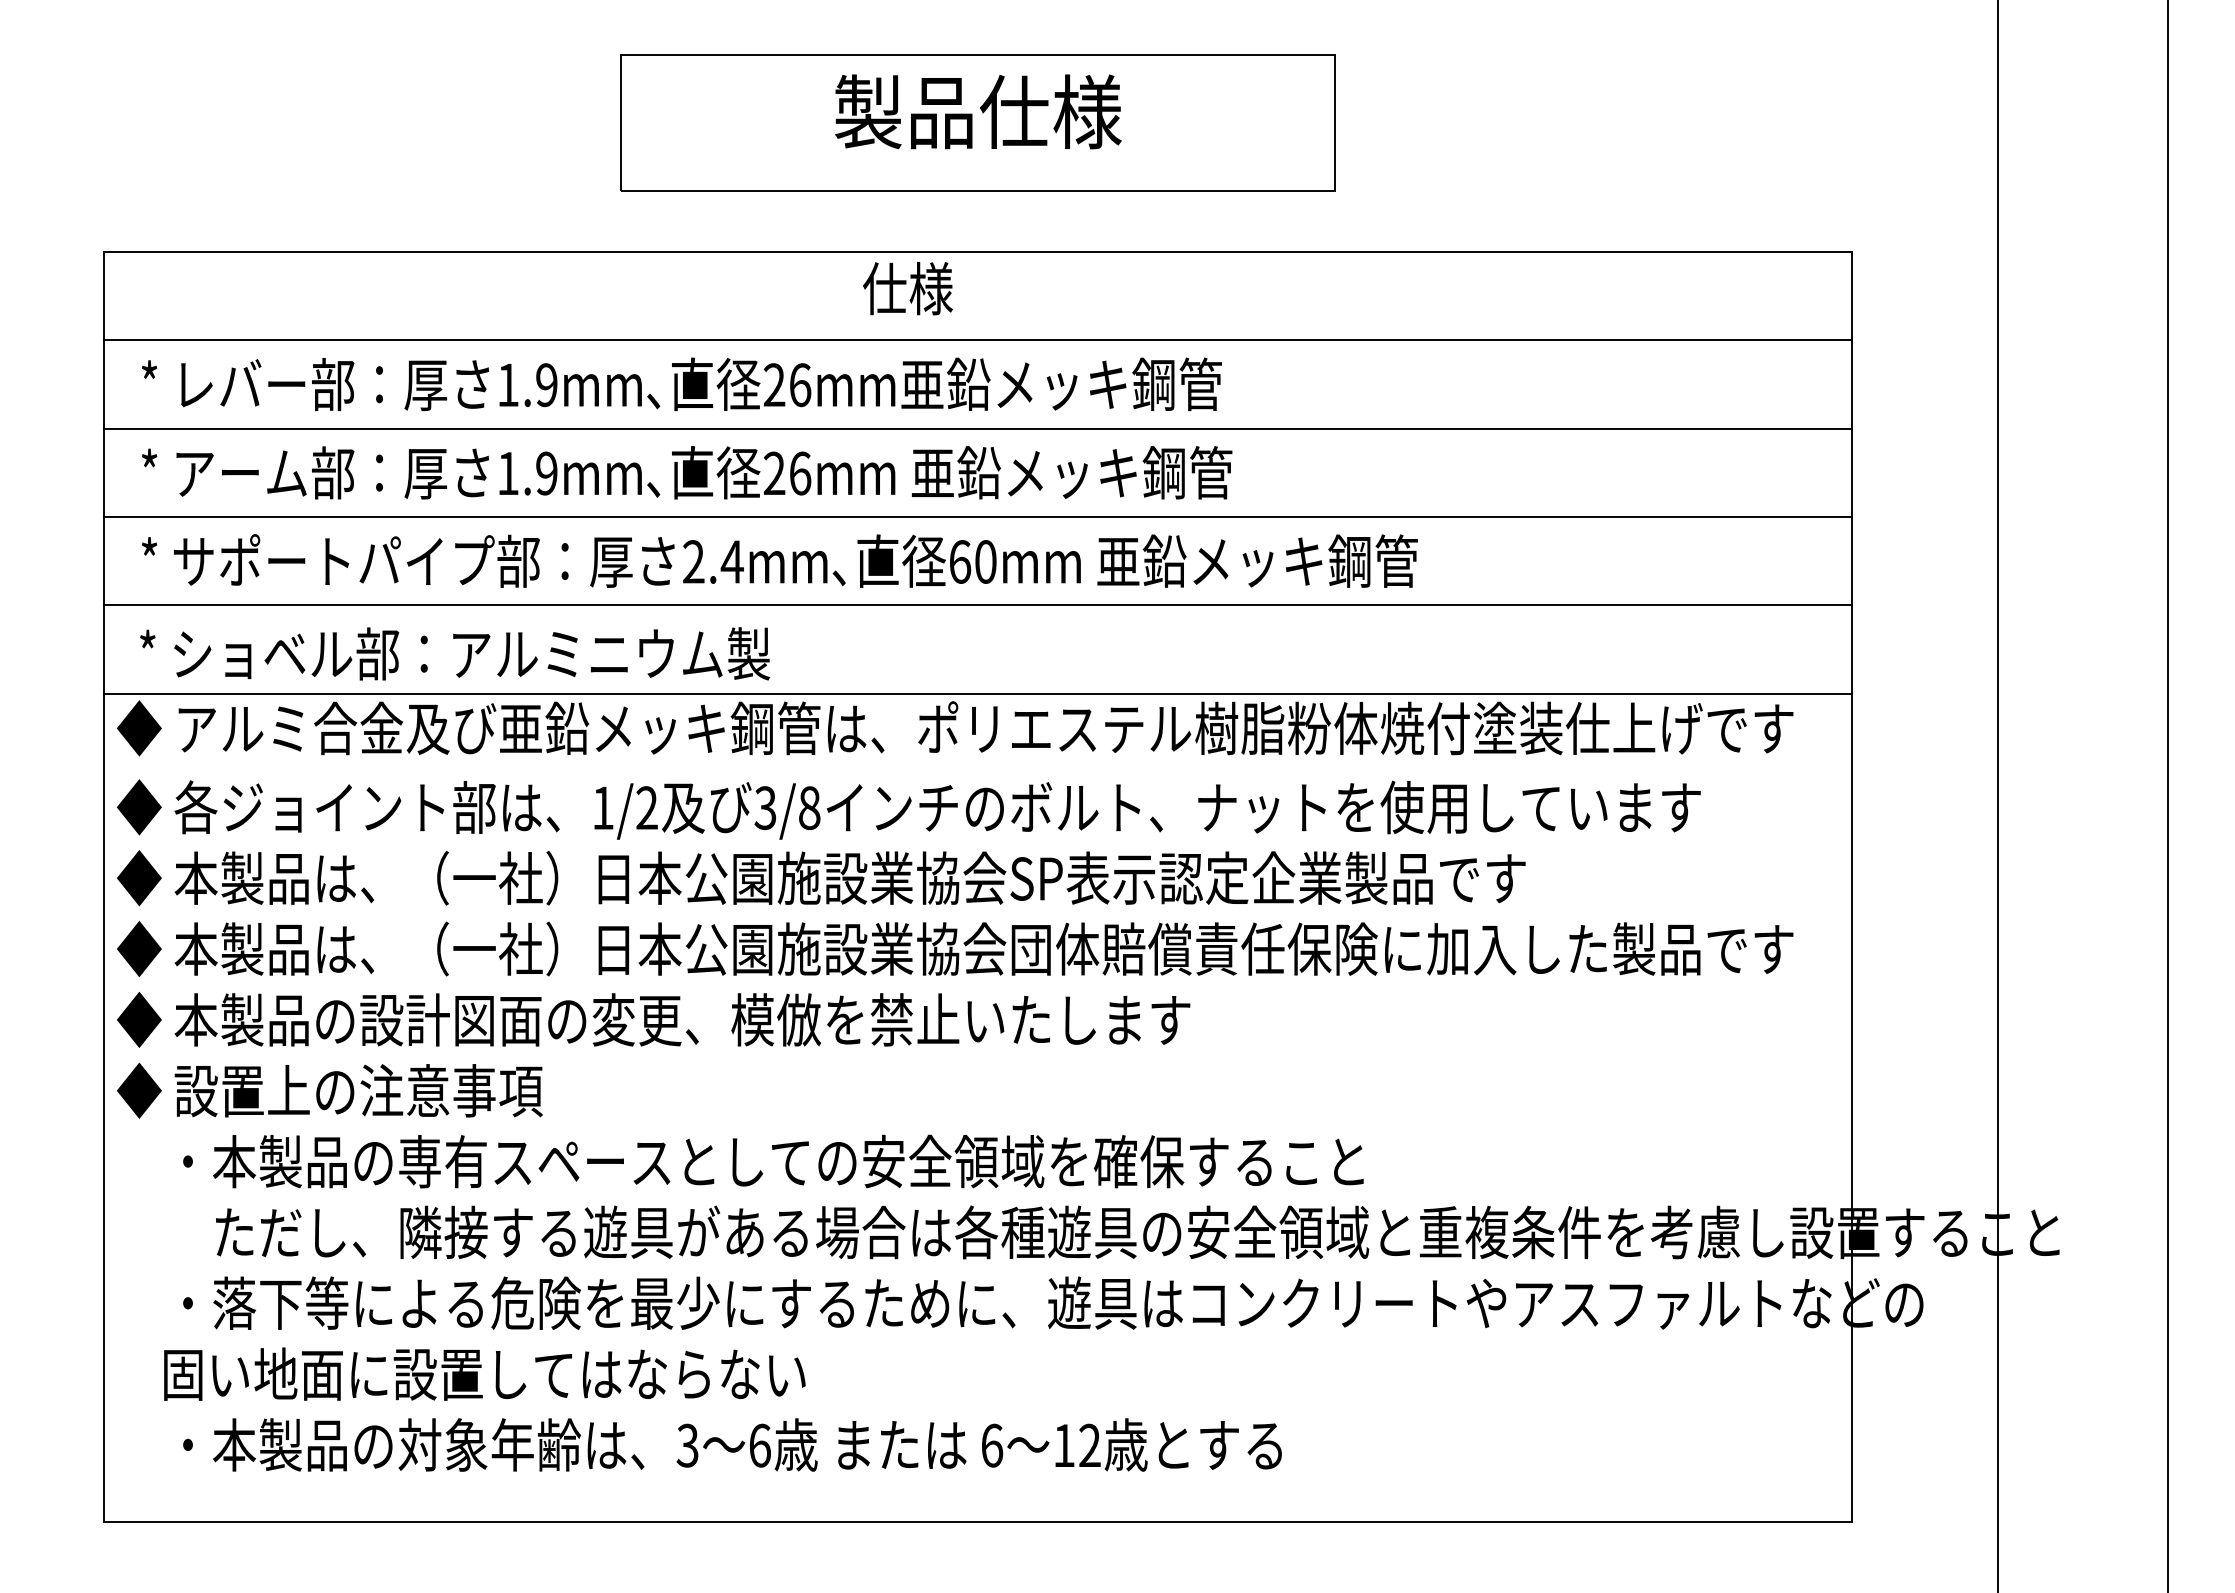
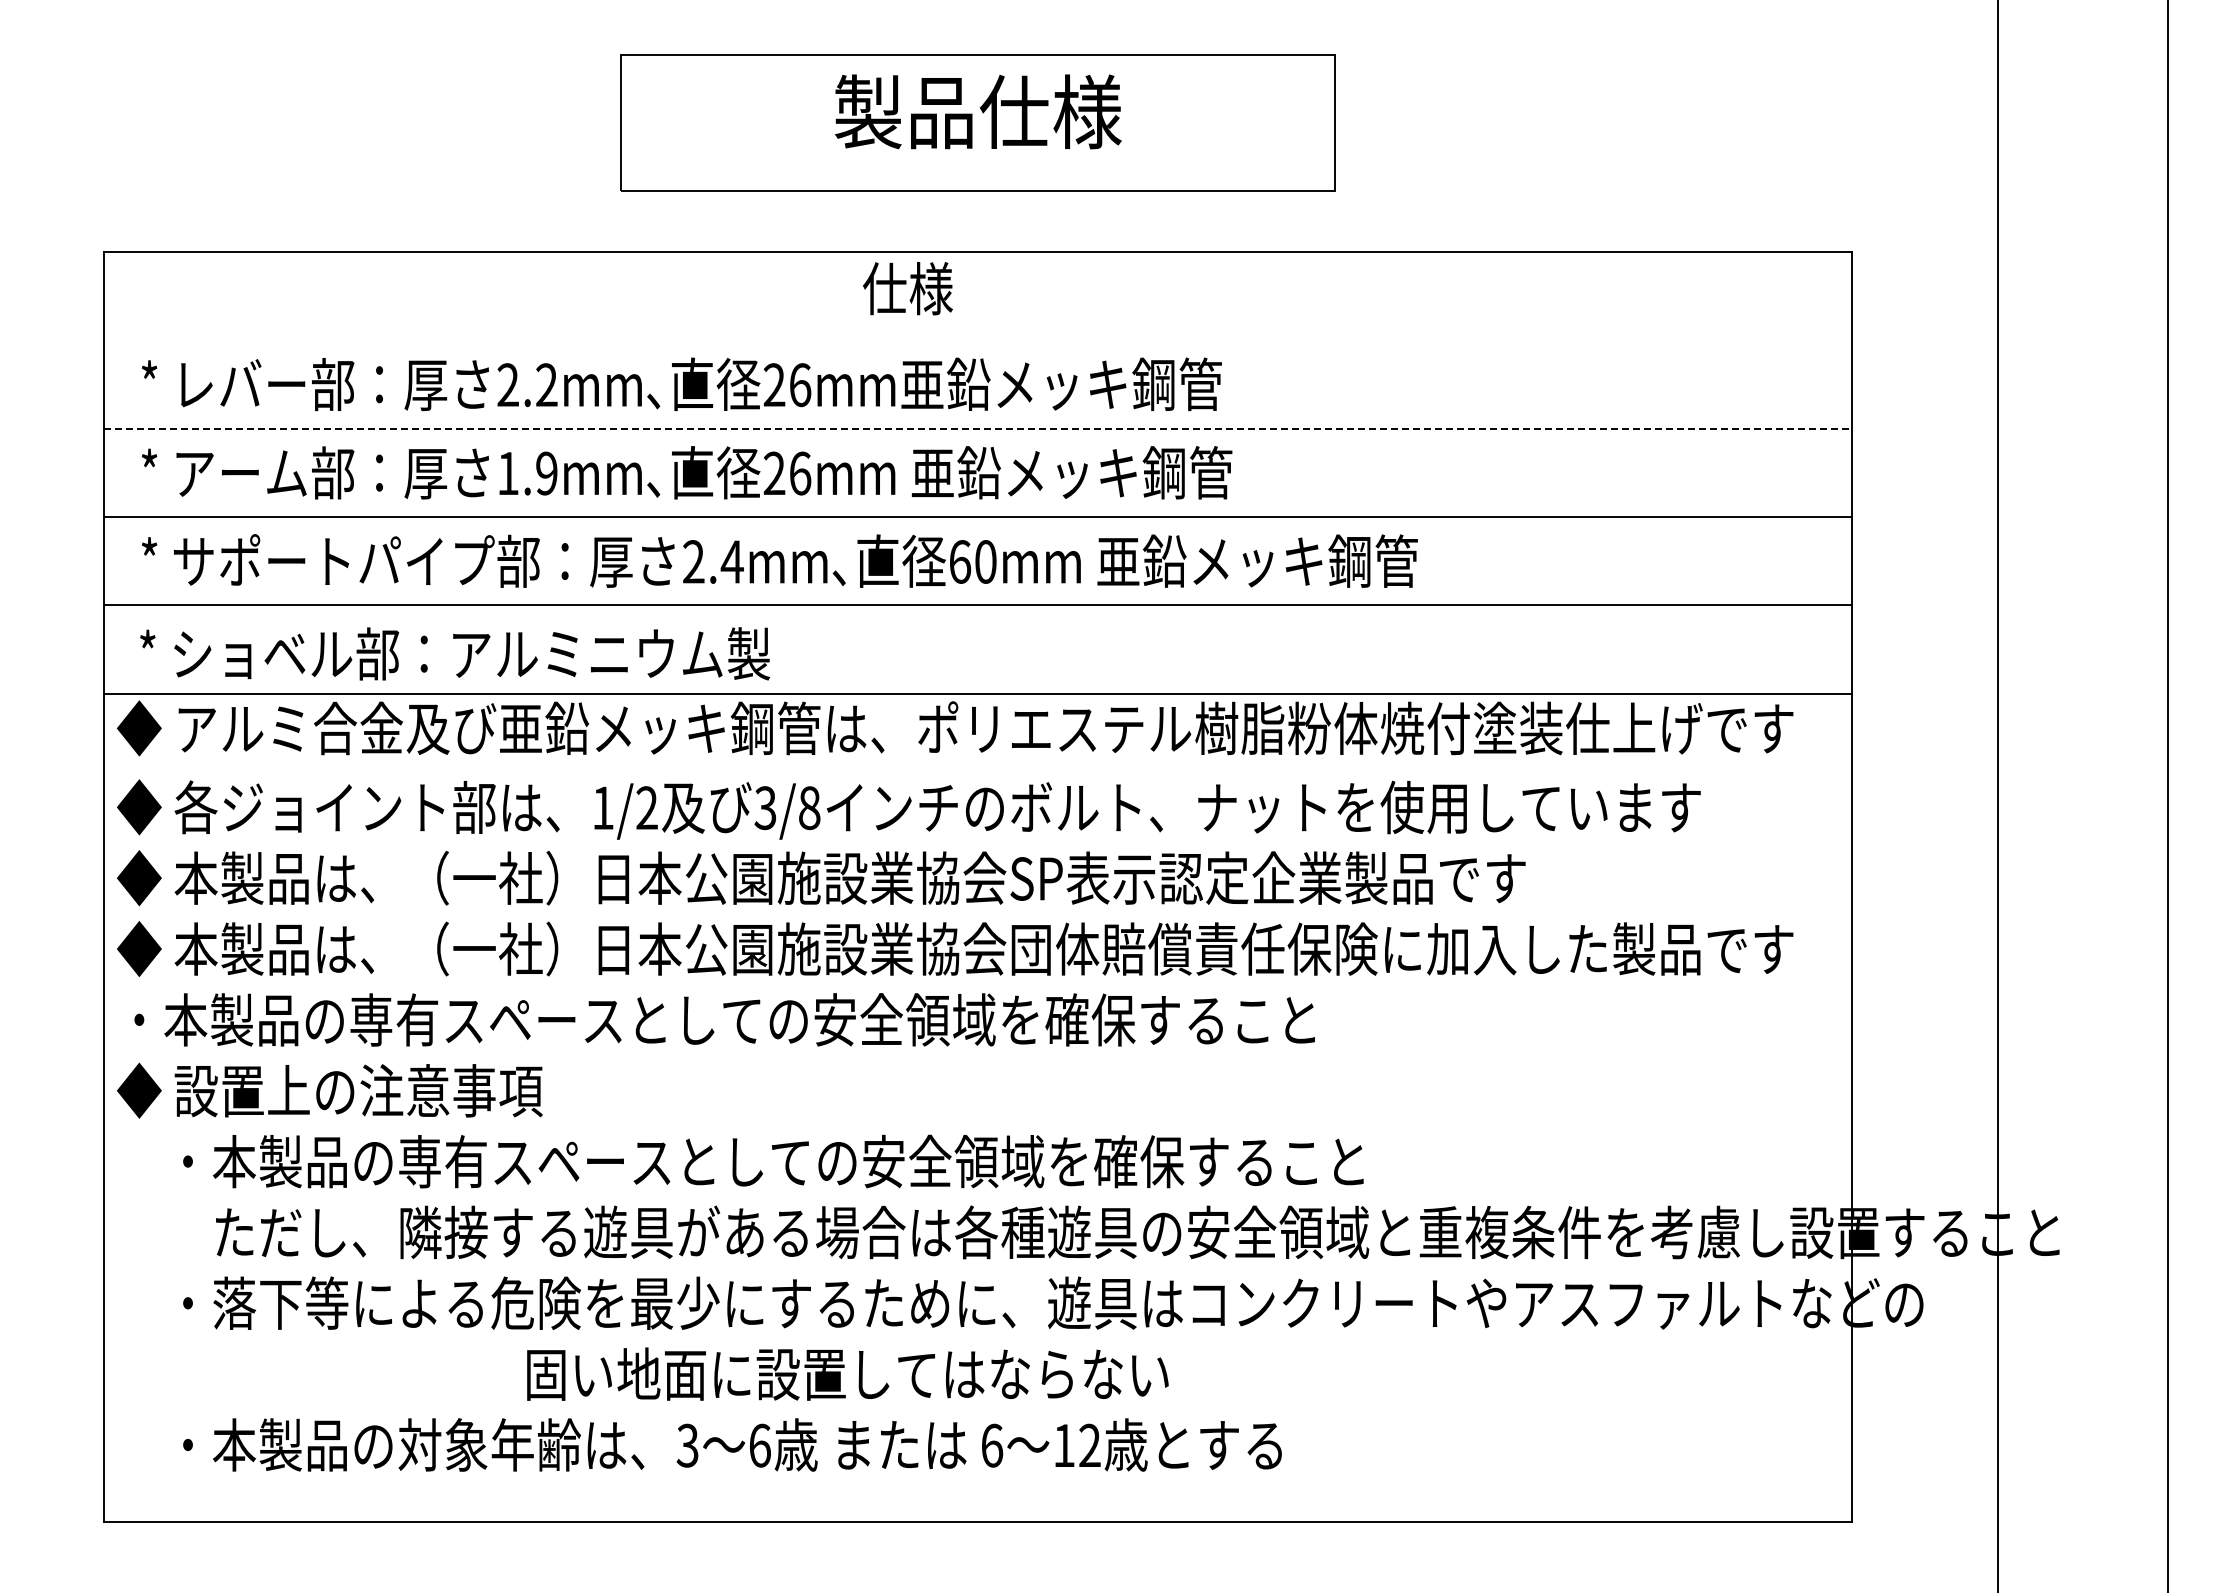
line at (977, 340): present -> none
text at (527, 385): 1.9mm -> 2.2mm
line at (977, 428): solid -> dashed
text at (715, 1019): ◆ 本製品の設計図面の変更、模倣を禁止いたします -> ・本製品の専有スペースとしての安全領域を確保すること
text at (484, 1373) position: (484, 1373) -> (847, 1373)
